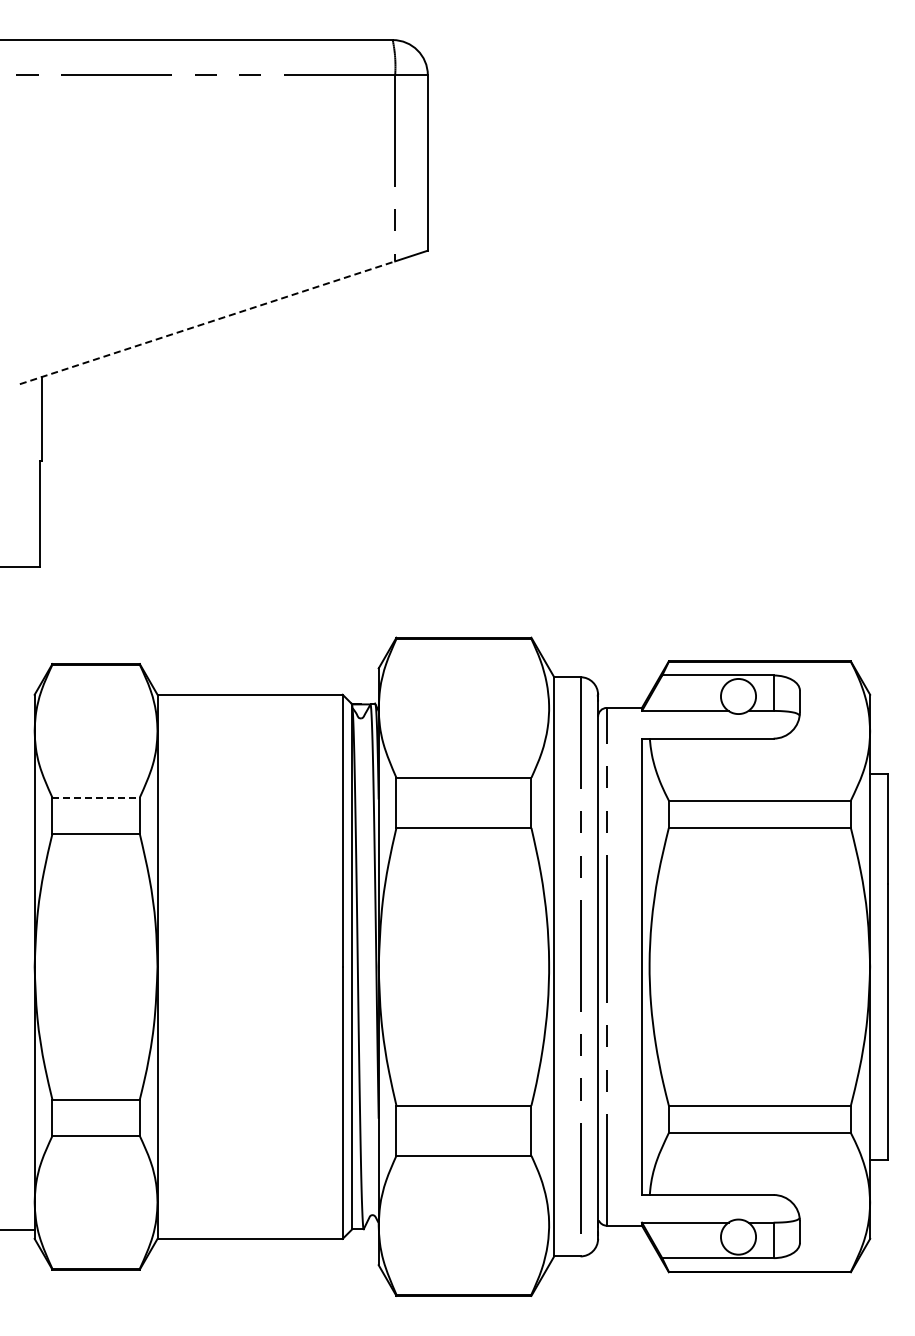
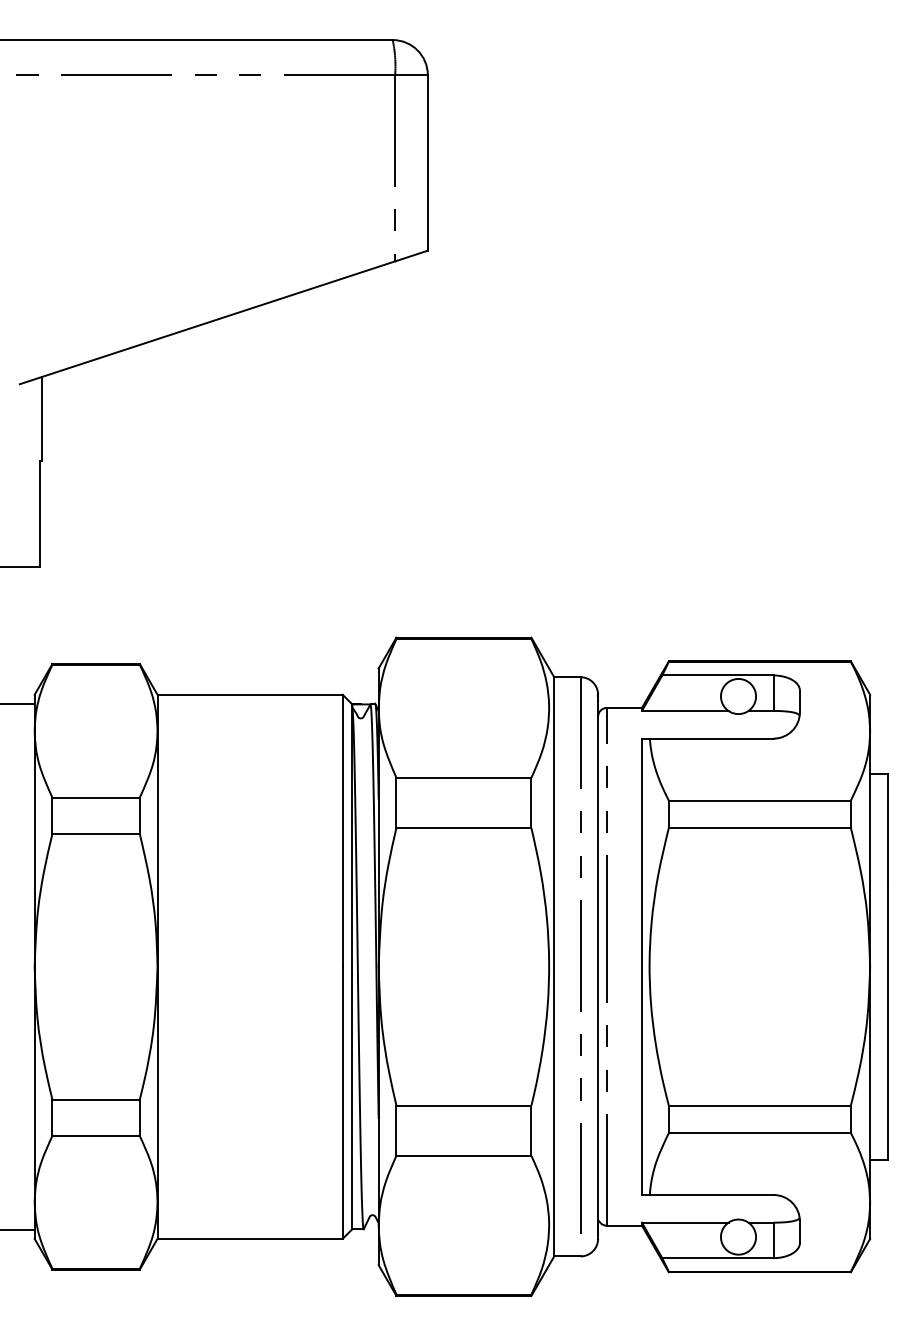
line at (208, 322): dashed -> solid
line at (18, 703): none -> present
line at (96, 797): dashed -> solid
